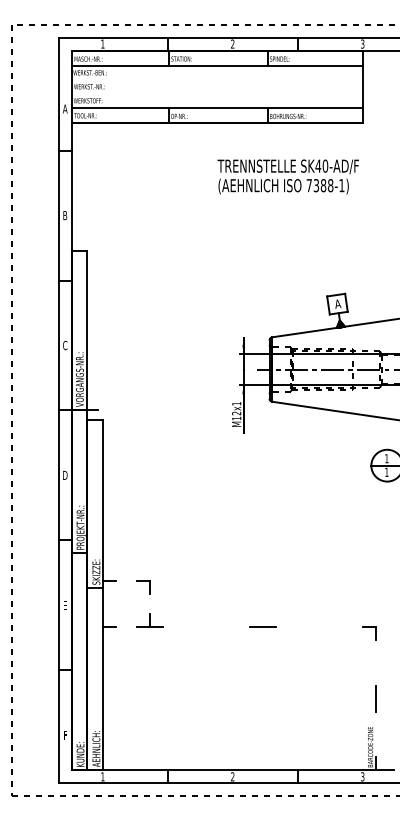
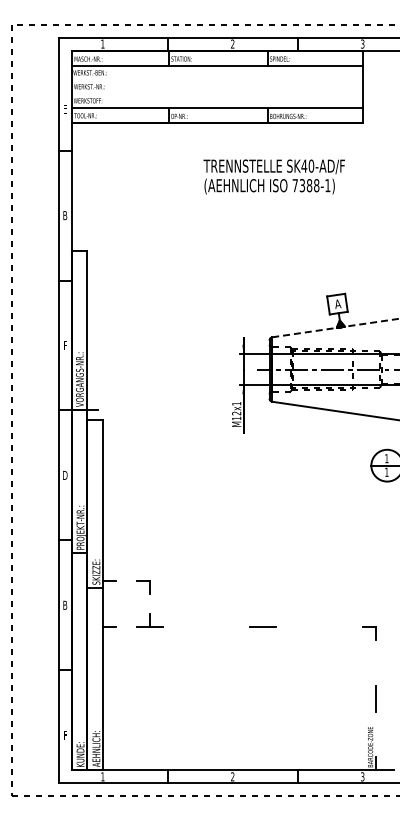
text at (64, 108): A -> E
text at (287, 176) position: (287, 176) -> (273, 176)
line at (336, 327): solid -> dashed
text at (65, 345): C -> F
text at (65, 604): E -> B
